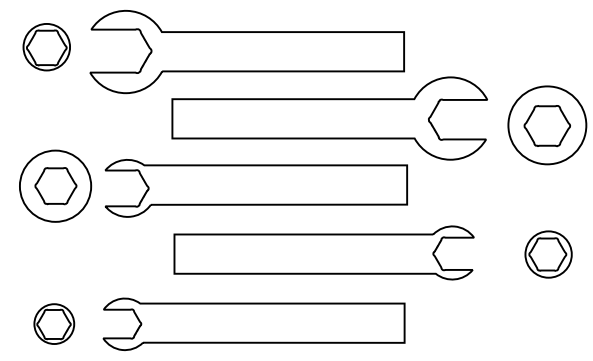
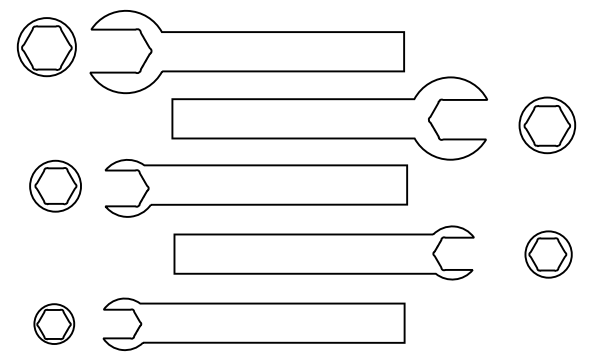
part at (46, 47) size: 49x49 px -> 61x61 px
circle at (547, 125) diameter: 78 px -> 56 px
circle at (55, 185) diameter: 71 px -> 51 px
